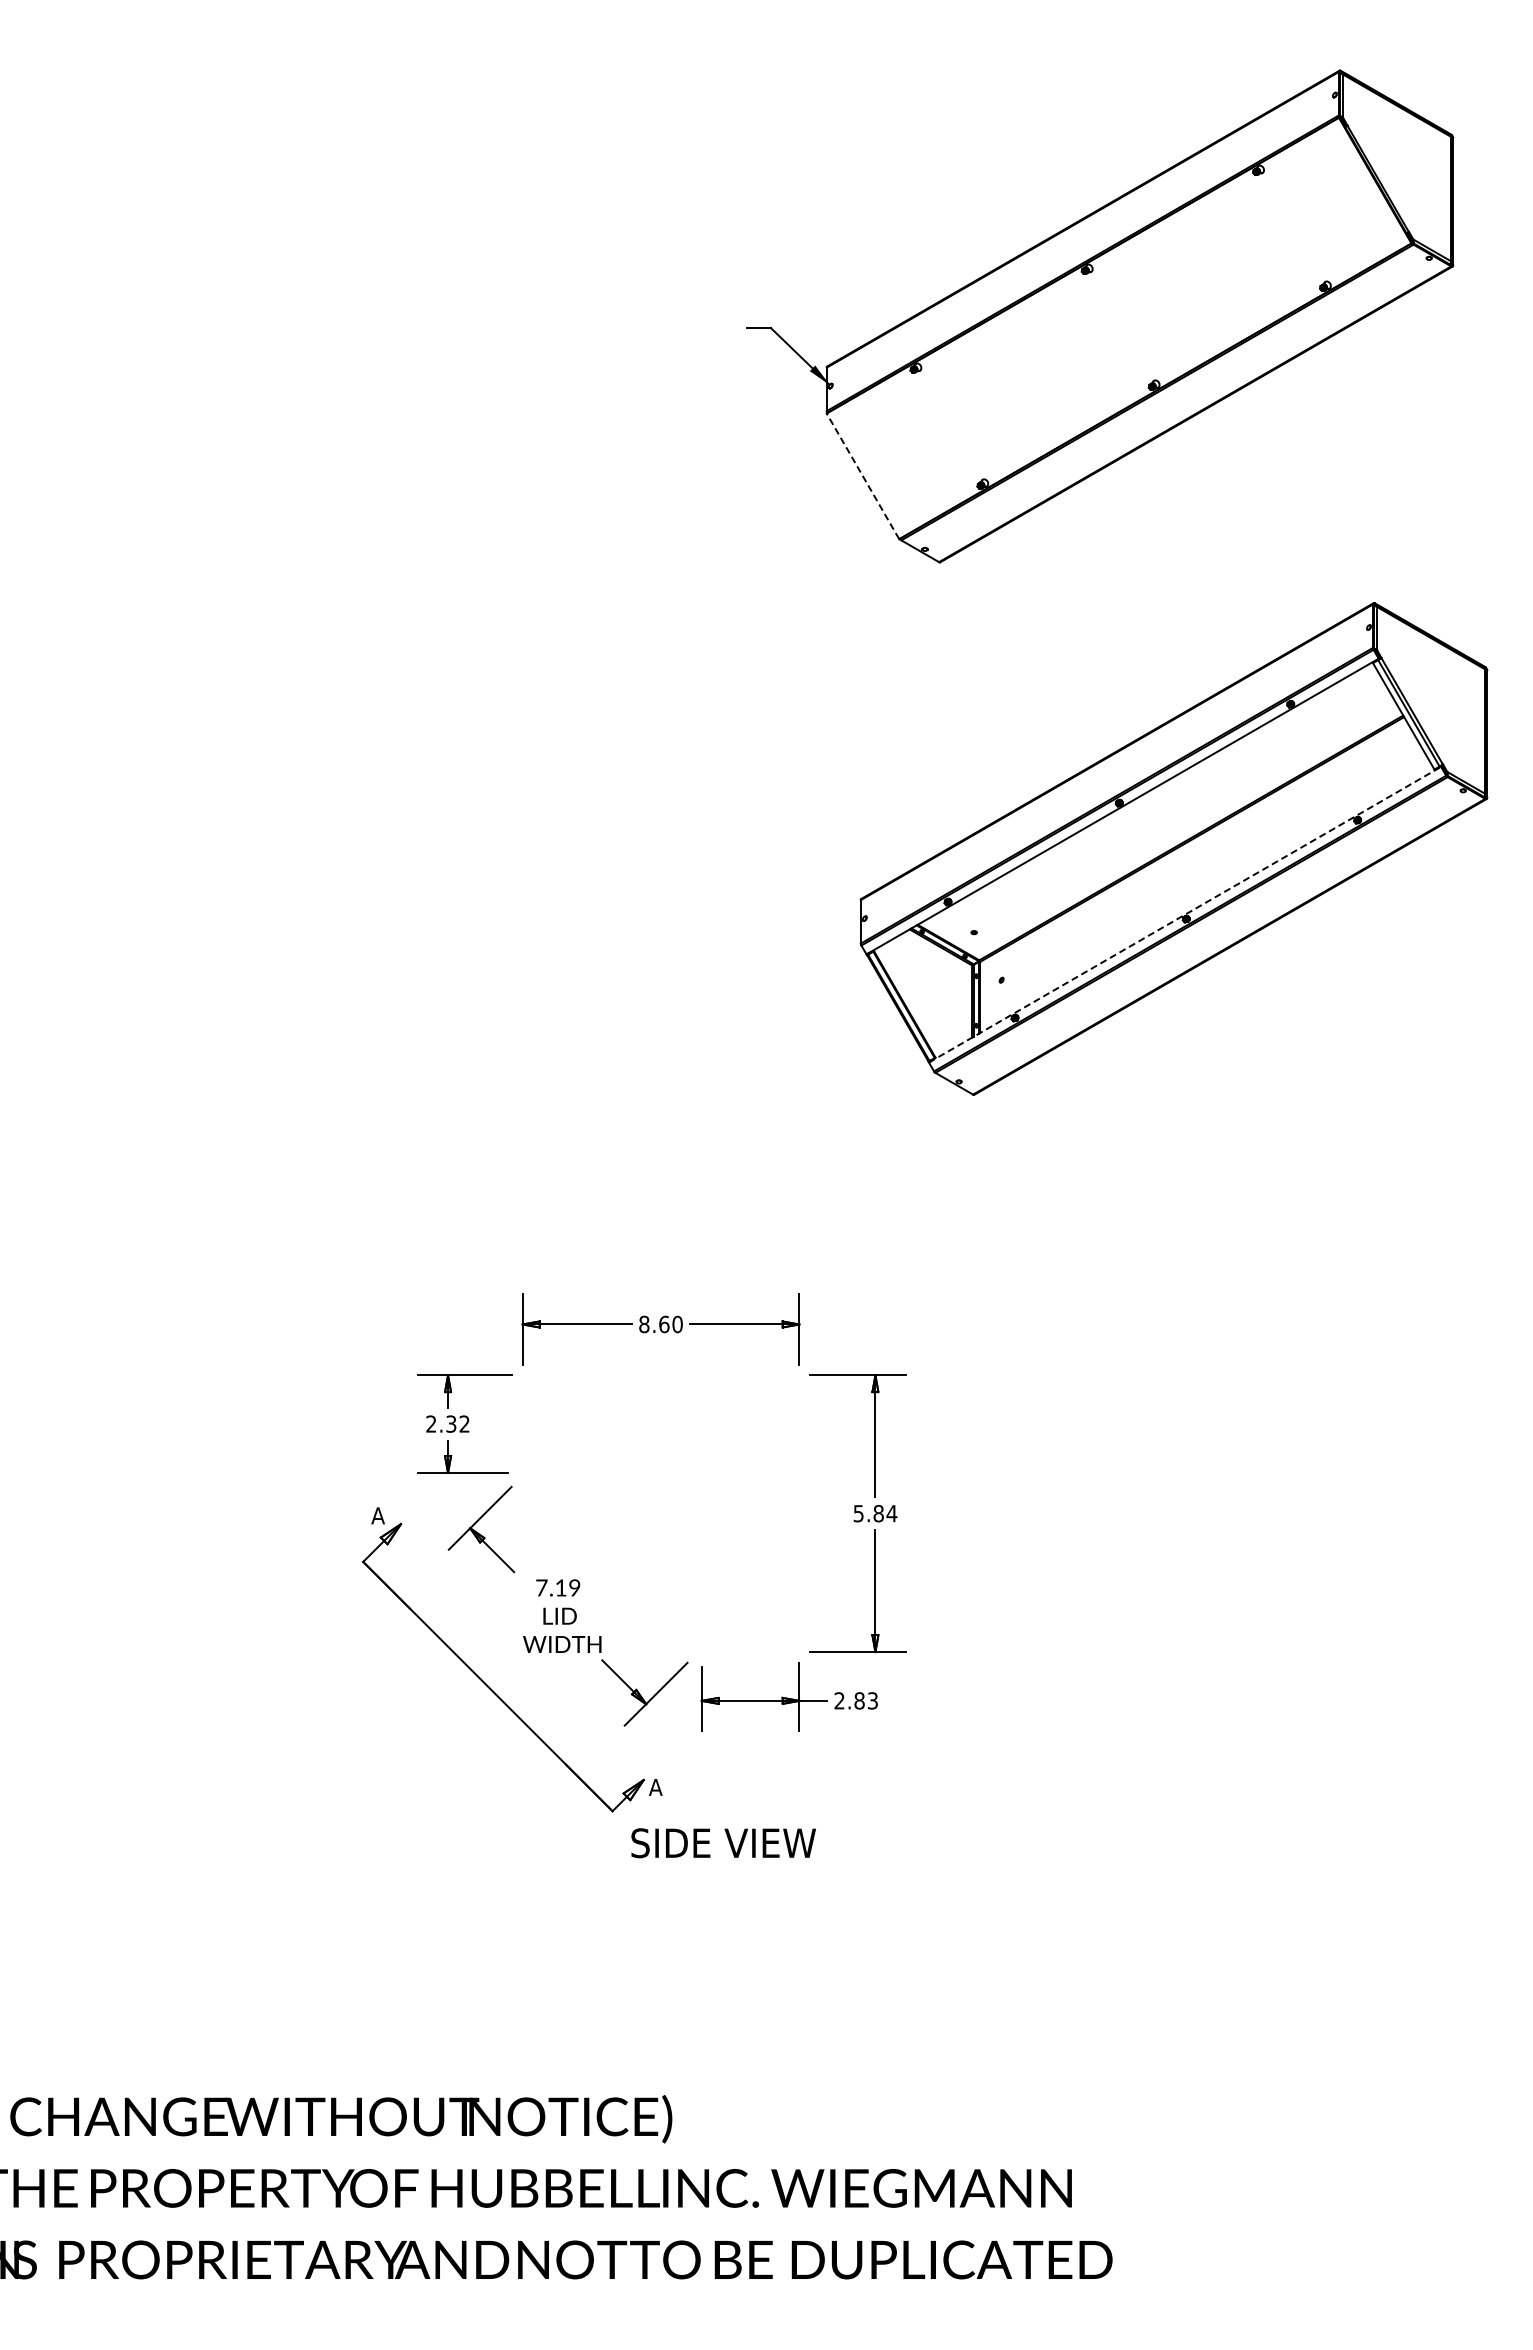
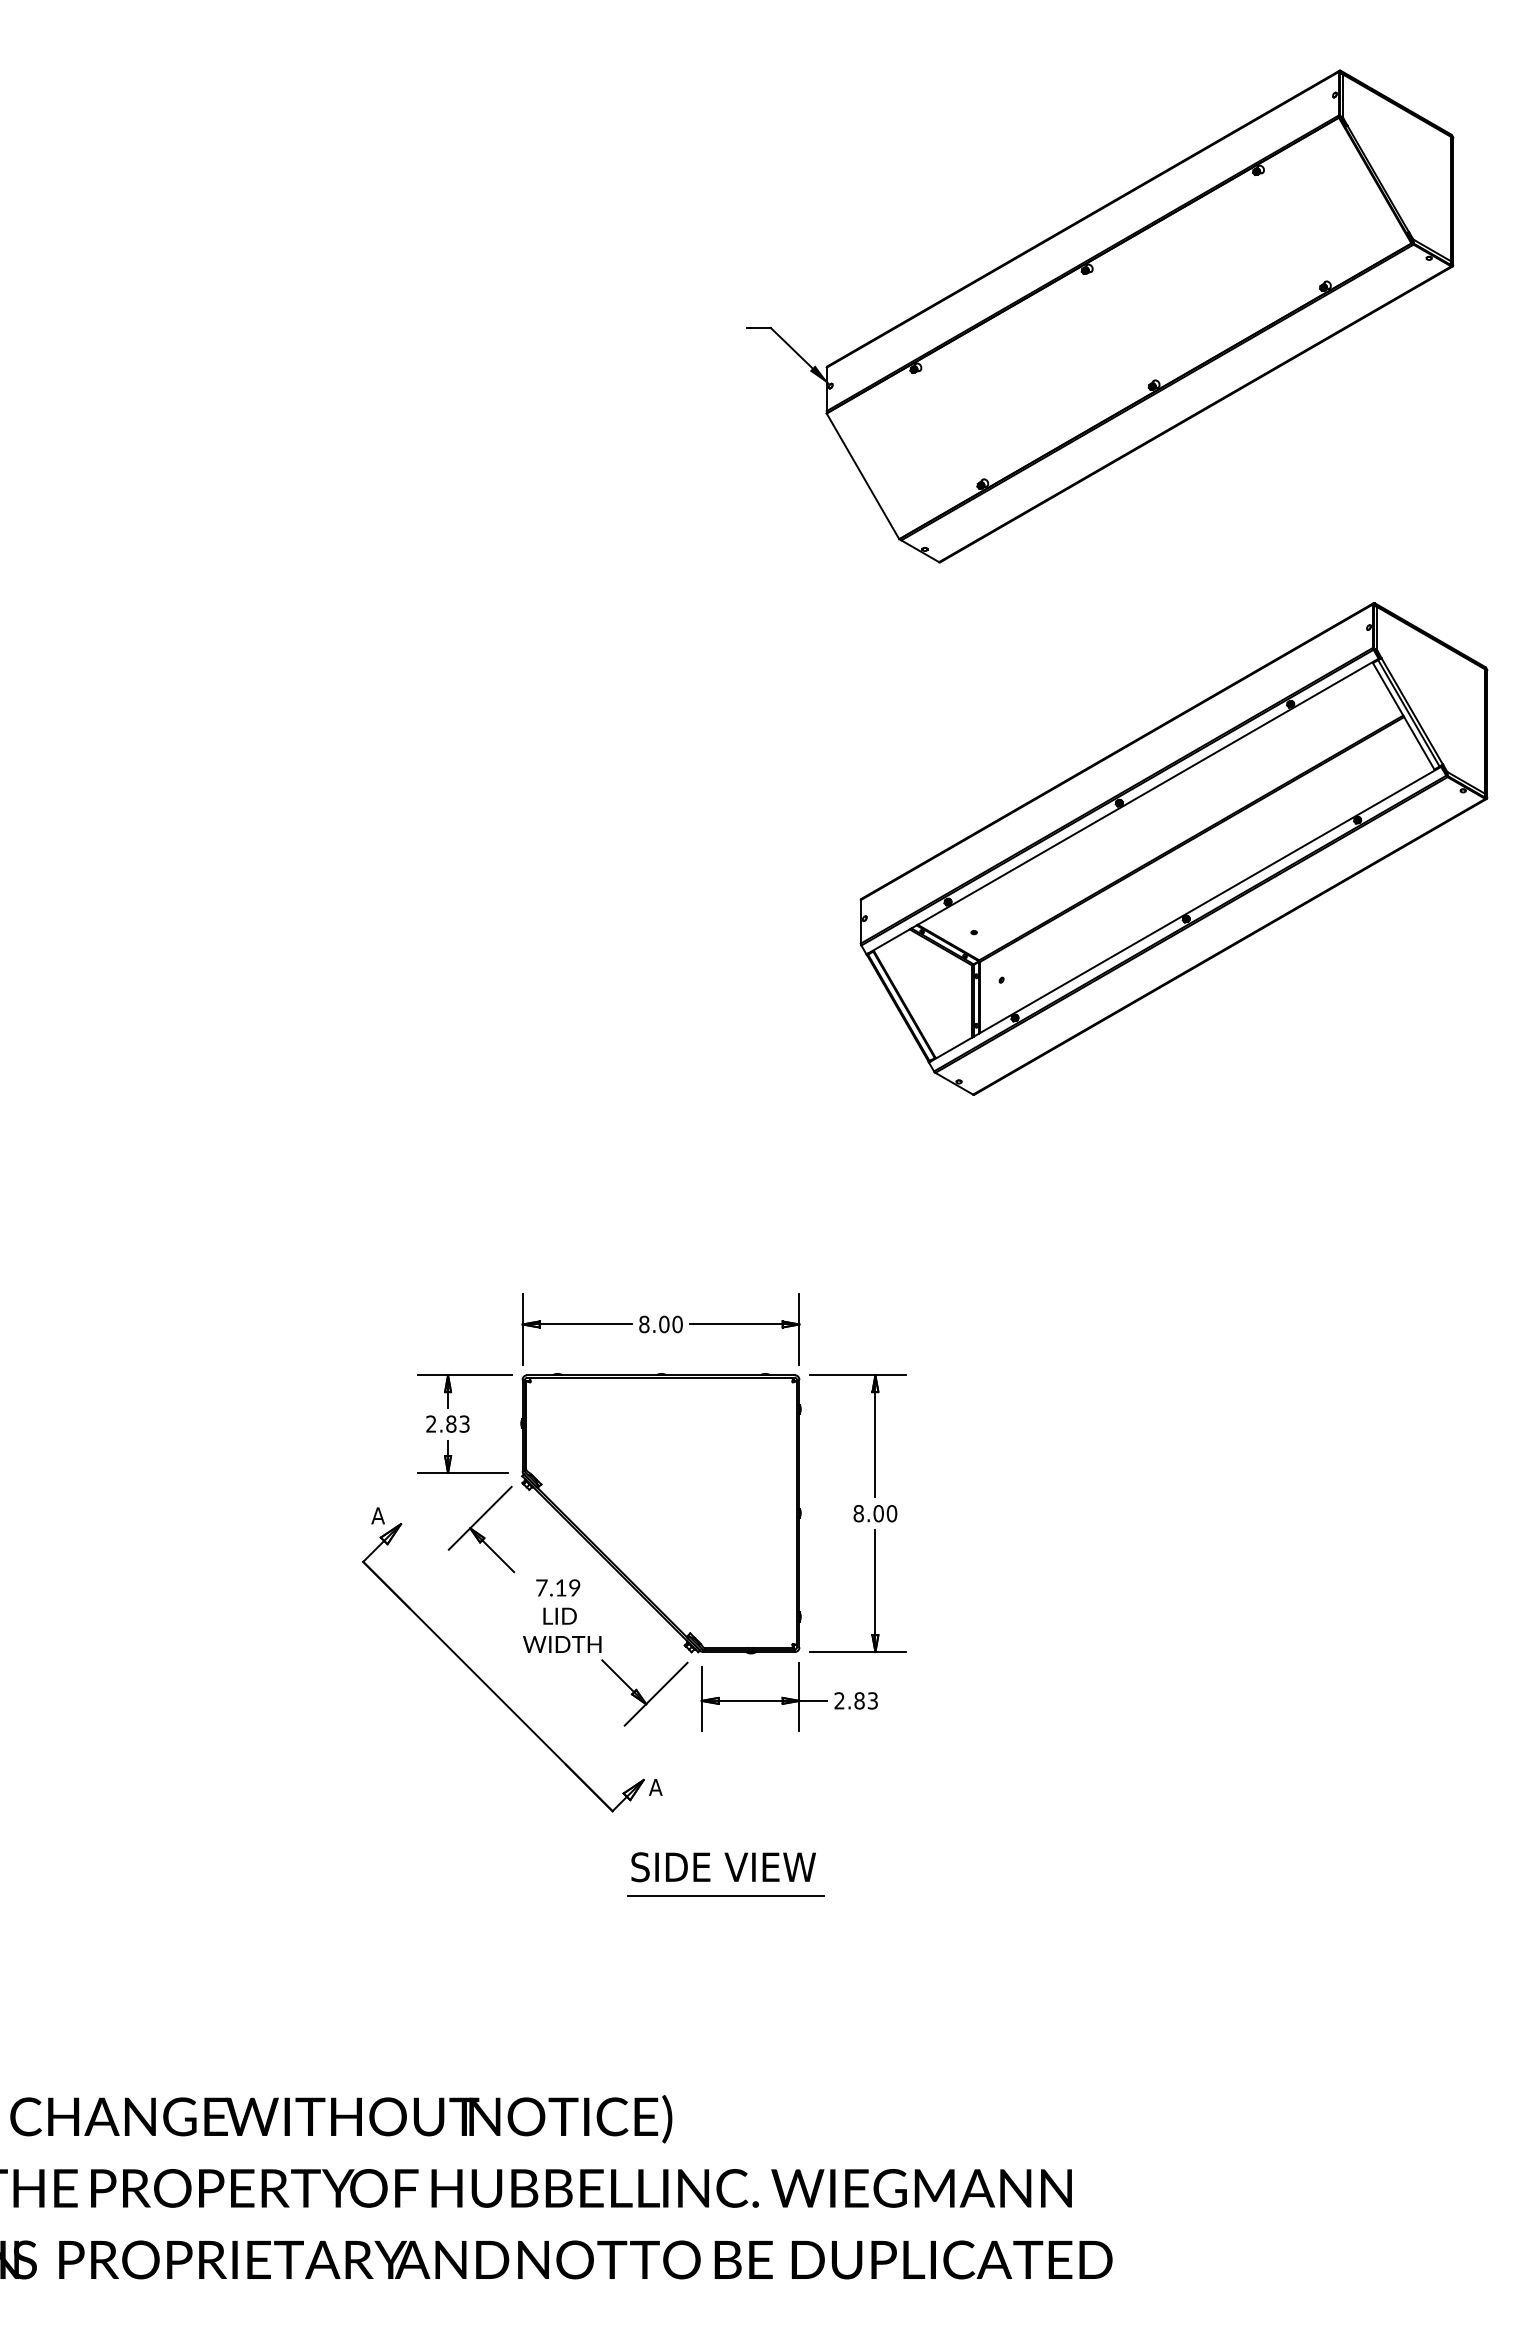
line at (862, 476): dashed -> solid
line at (1185, 914): dashed -> solid
text at (664, 1323): 8.60 -> 8.00
text at (457, 1423): 2.32 -> 2.83
part at (660, 1513): none -> present
text at (875, 1513): 5.84 -> 8.00
text at (723, 1843) position: (723, 1843) -> (723, 1867)
line at (725, 1896): none -> present
